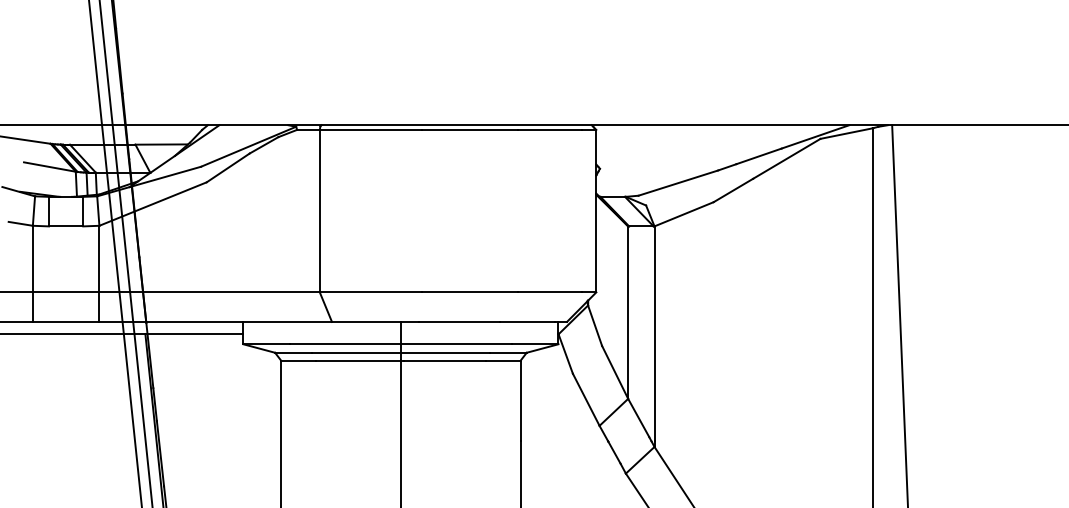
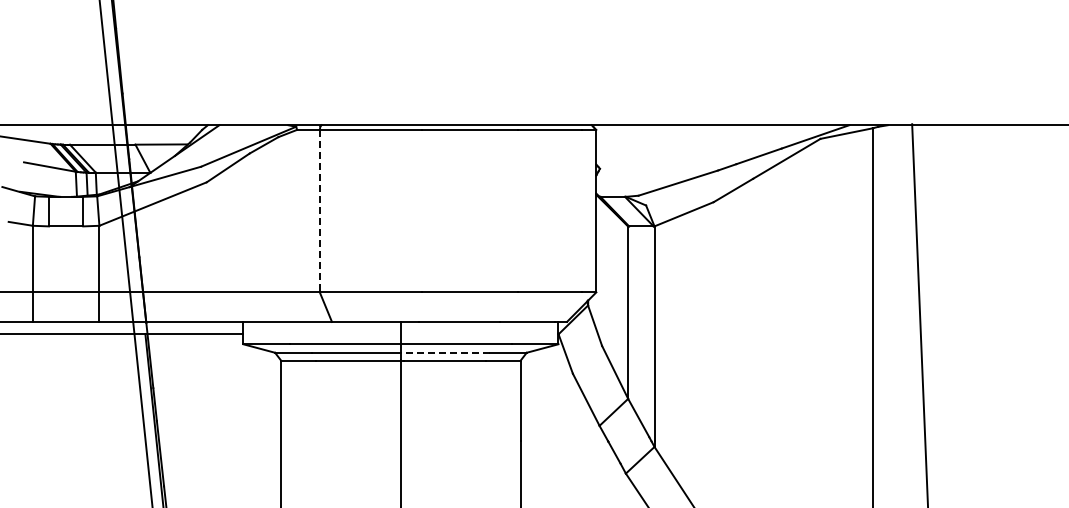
line at (319, 211): solid -> dashed
line at (115, 253): present -> none
line at (899, 314) position: (899, 314) -> (919, 314)
line at (444, 352): solid -> dashed
